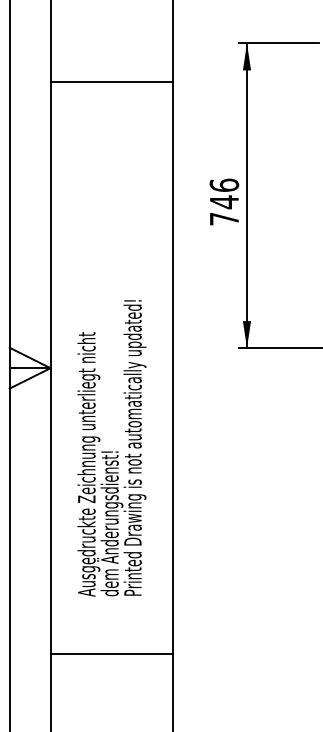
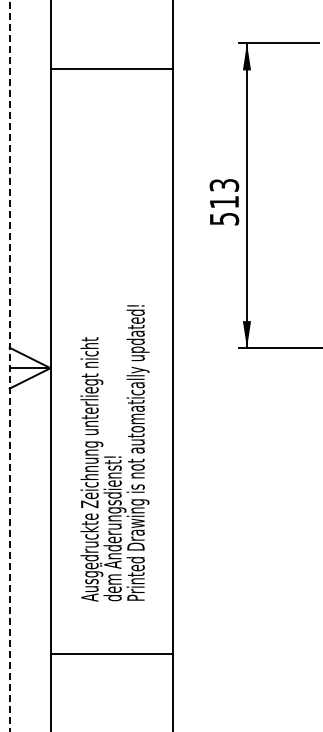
line at (111, 82) position: (111, 82) -> (111, 69)
text at (224, 201): 746 -> 513
line at (9, 366): solid -> dashed
text at (111, 448) position: (111, 448) -> (114, 453)
